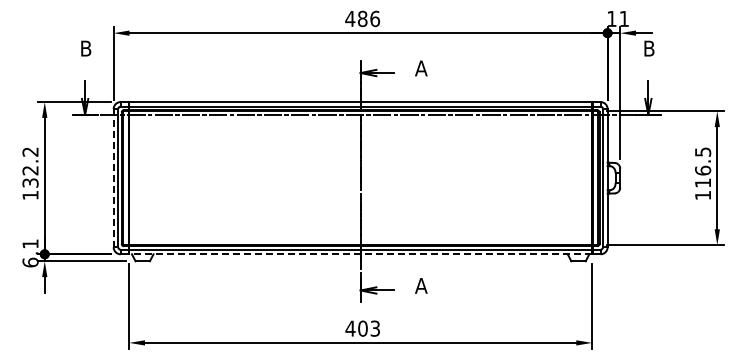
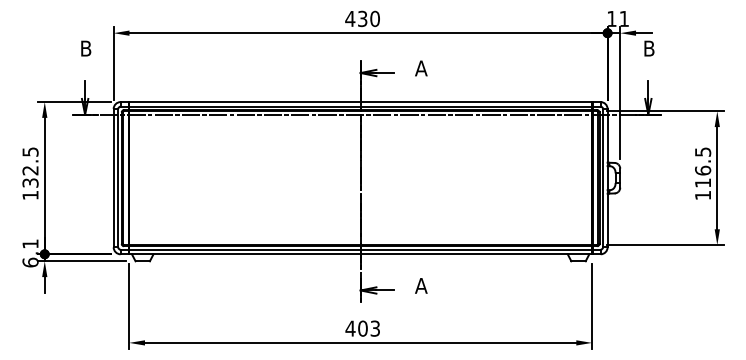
text at (369, 18): 486 -> 430
text at (30, 151): 132.2 -> 132.5
line at (113, 178): dashed -> solid
line at (360, 254): dashed -> solid
